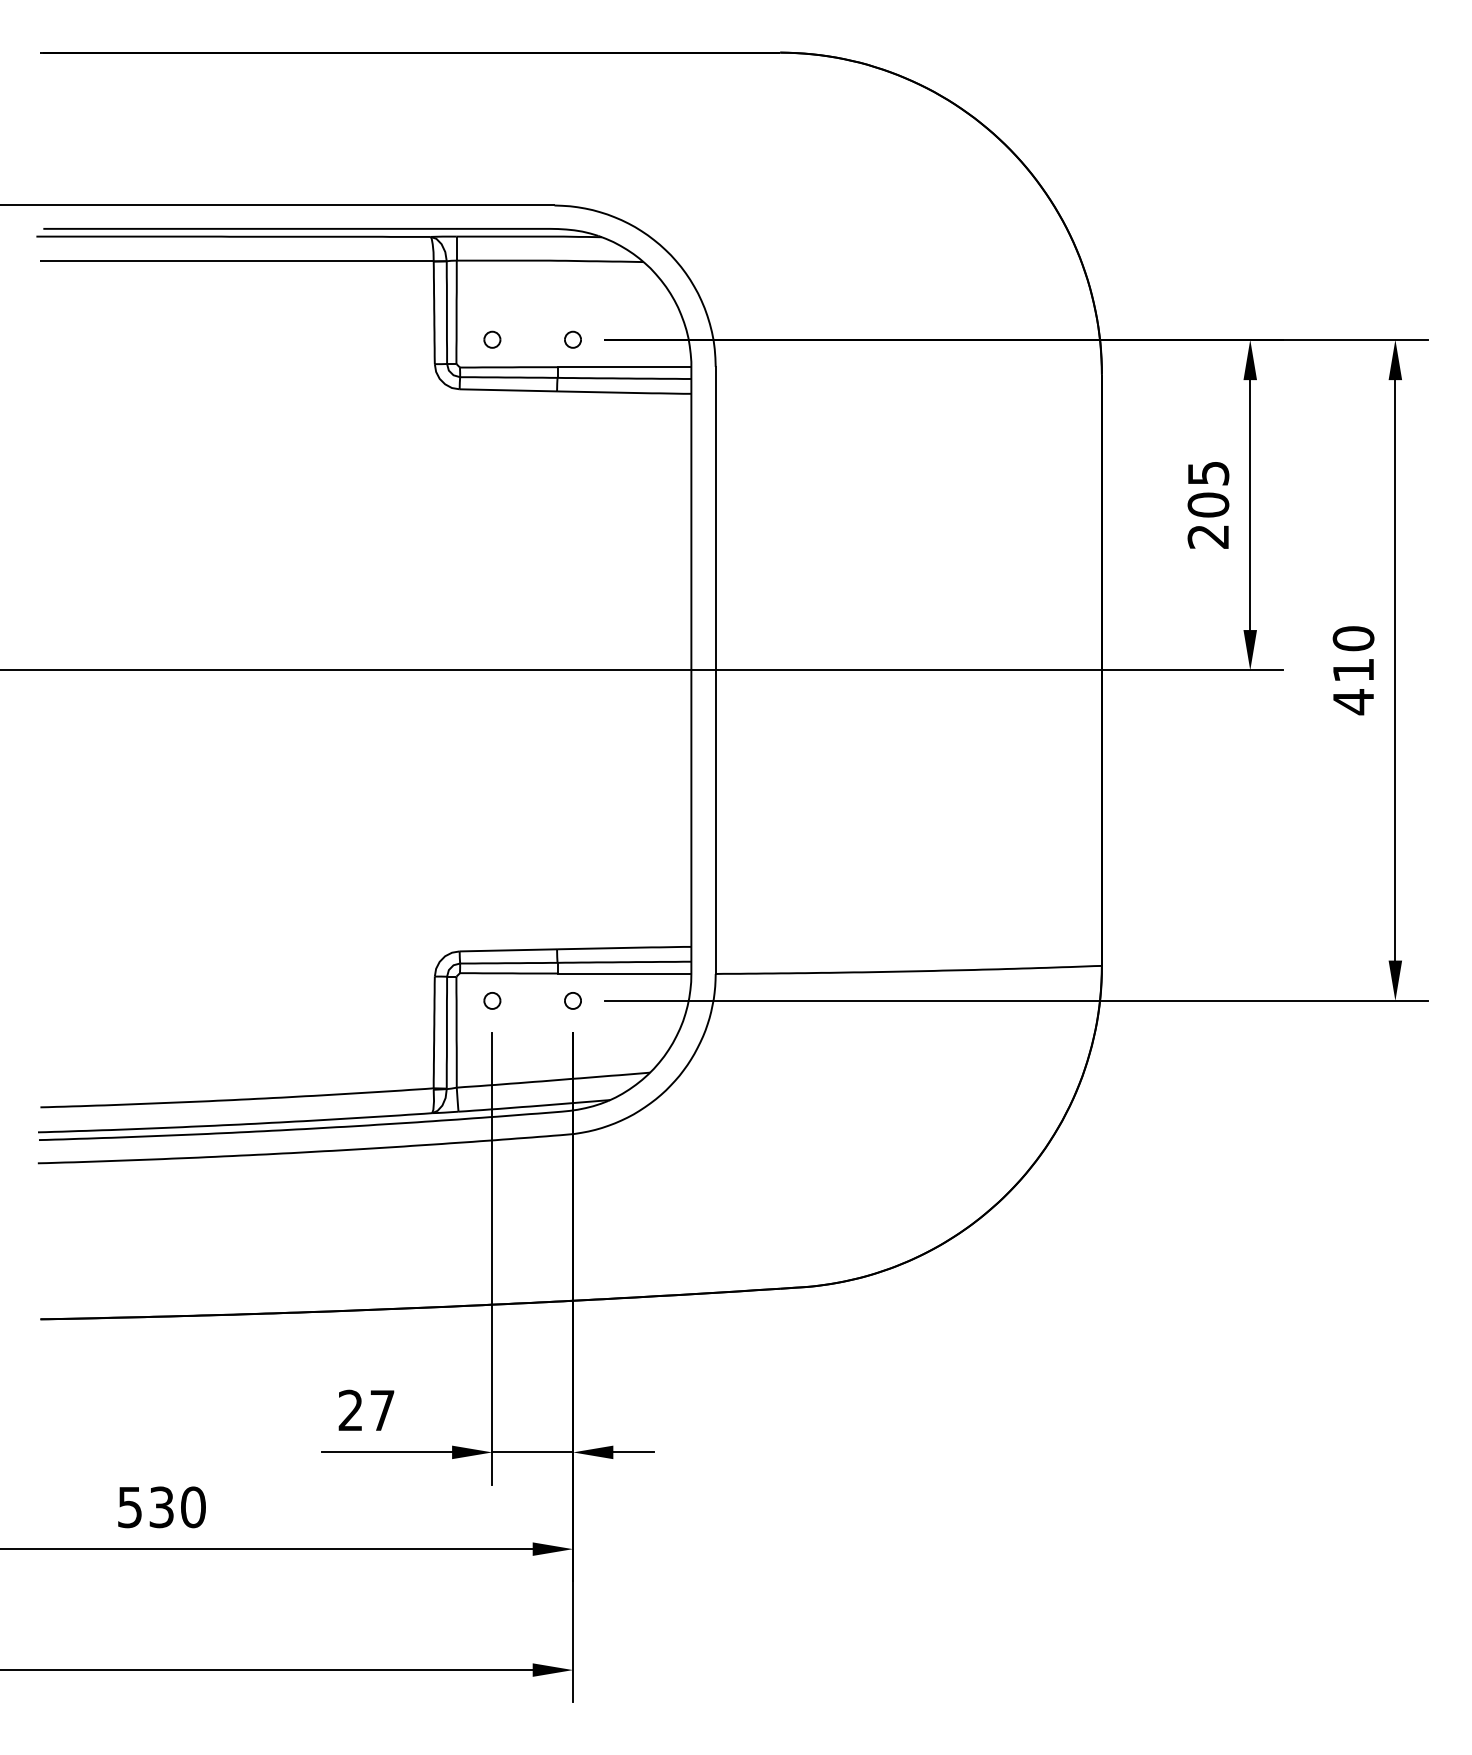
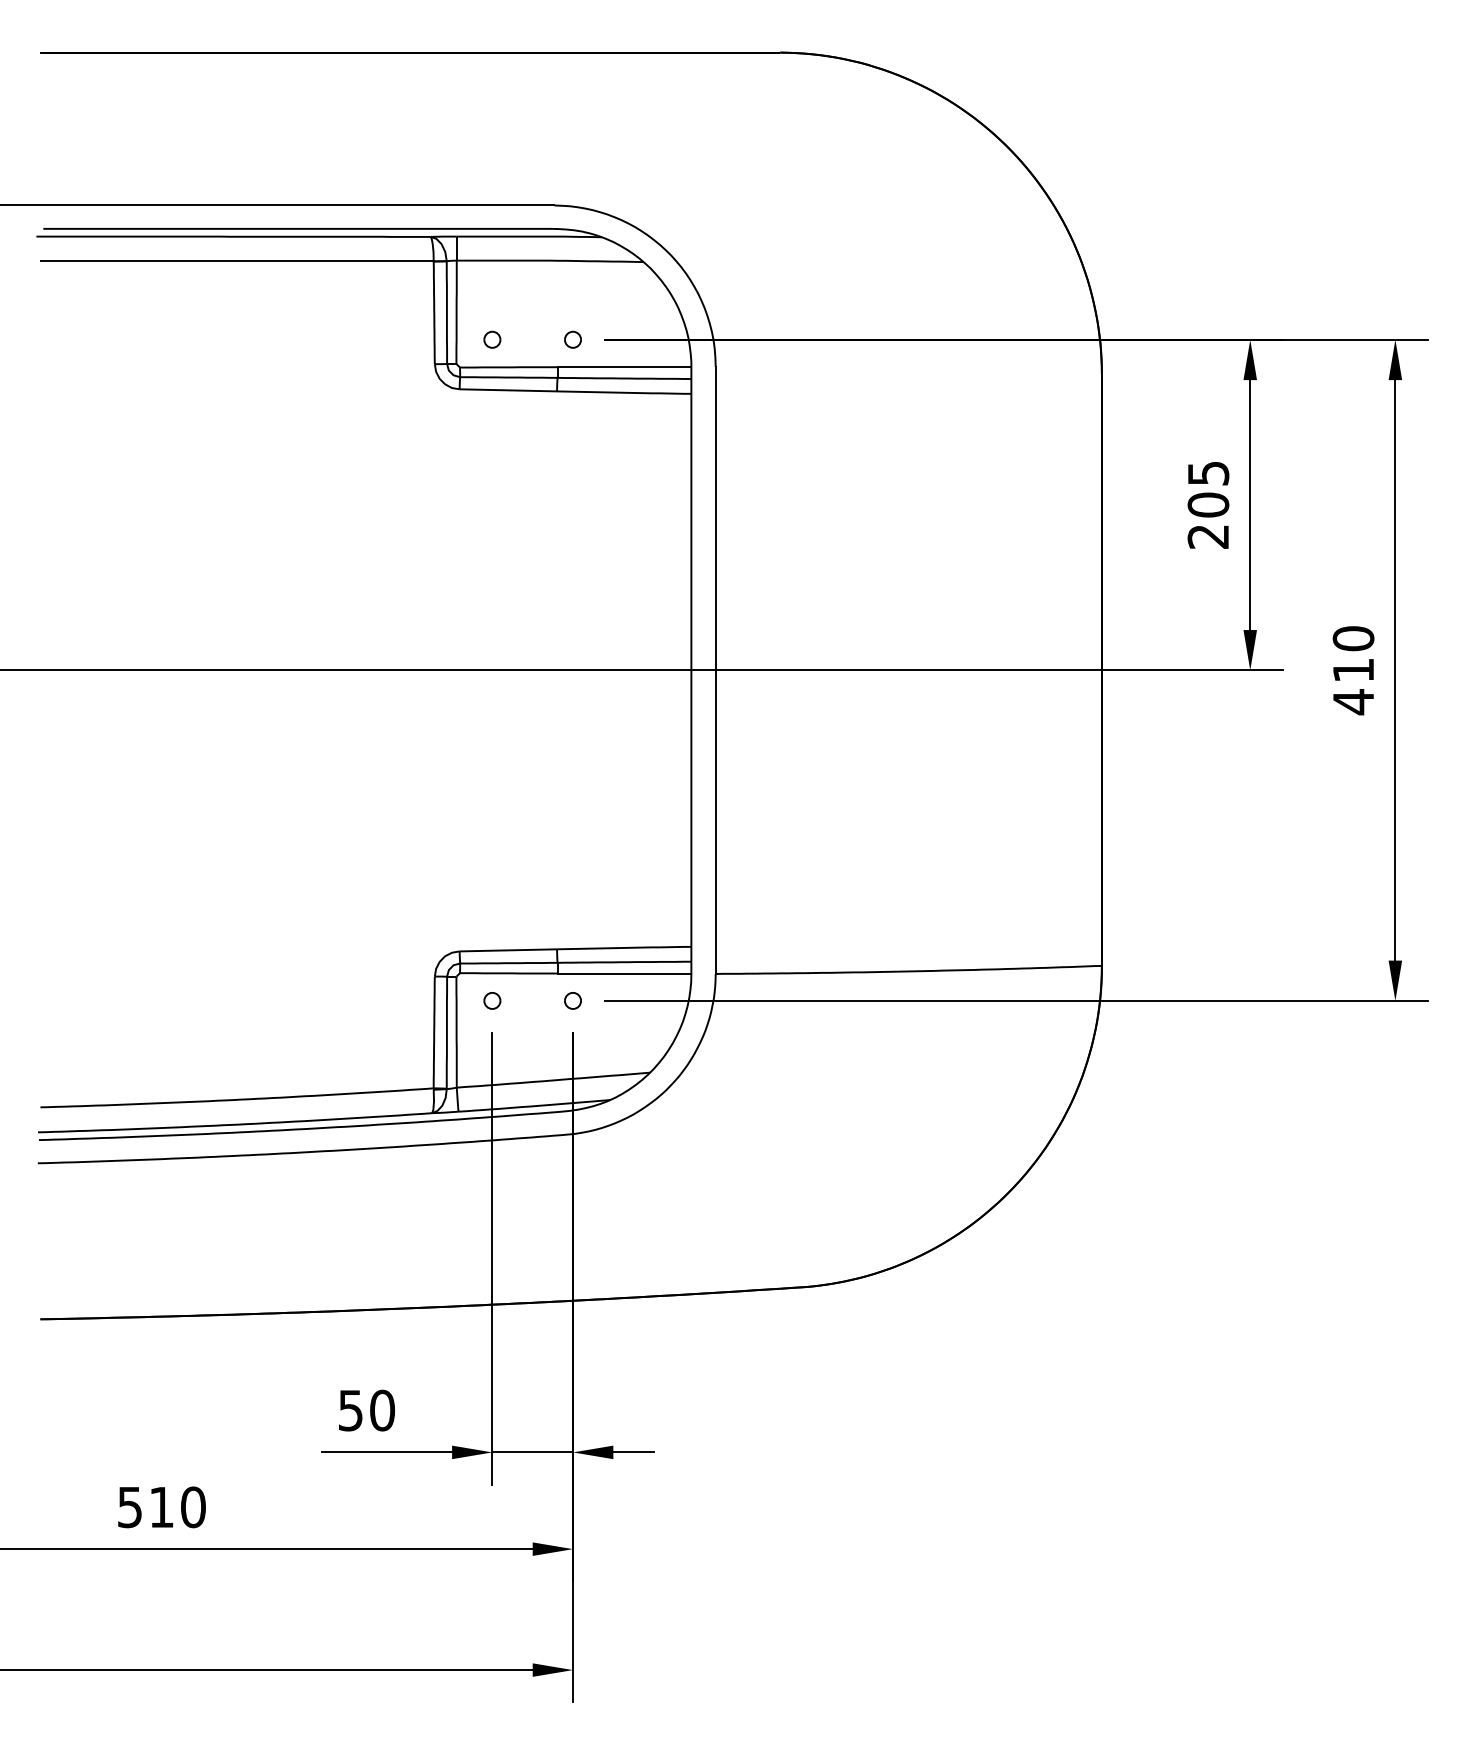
text at (366, 1410): 27 -> 50
text at (161, 1507): 530 -> 510
